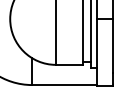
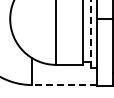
line at (91, 33): solid -> dashed
line at (64, 85): solid -> dashed
